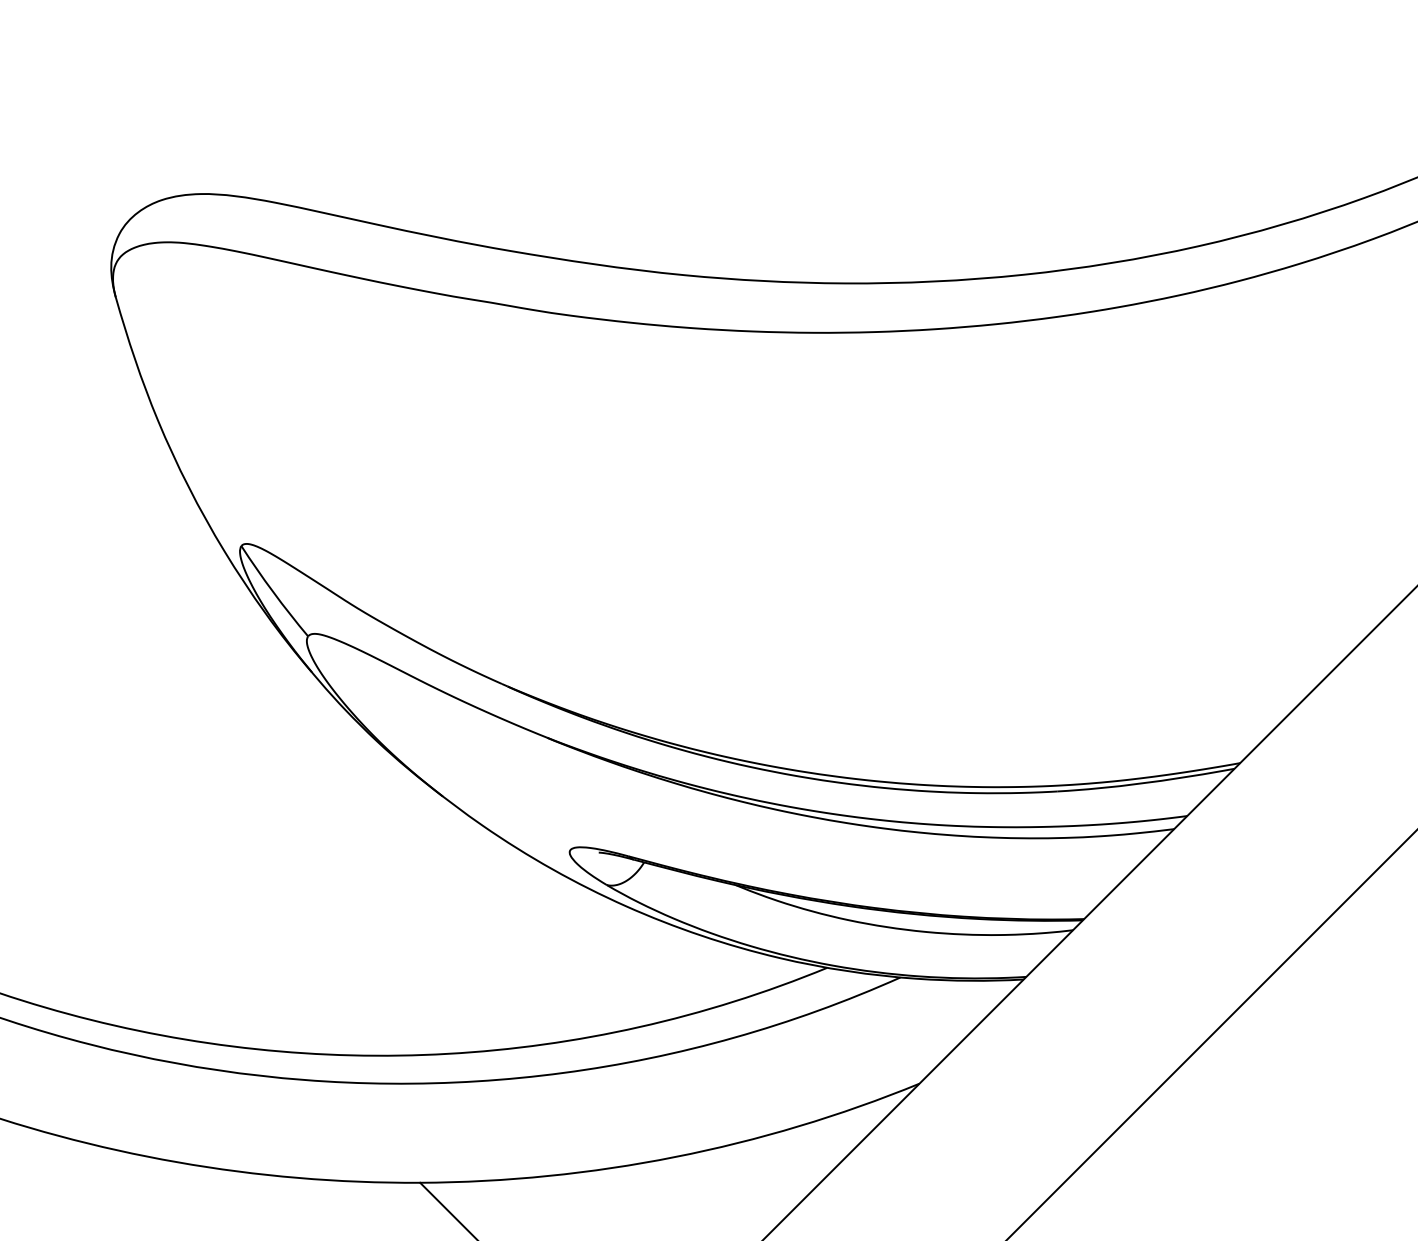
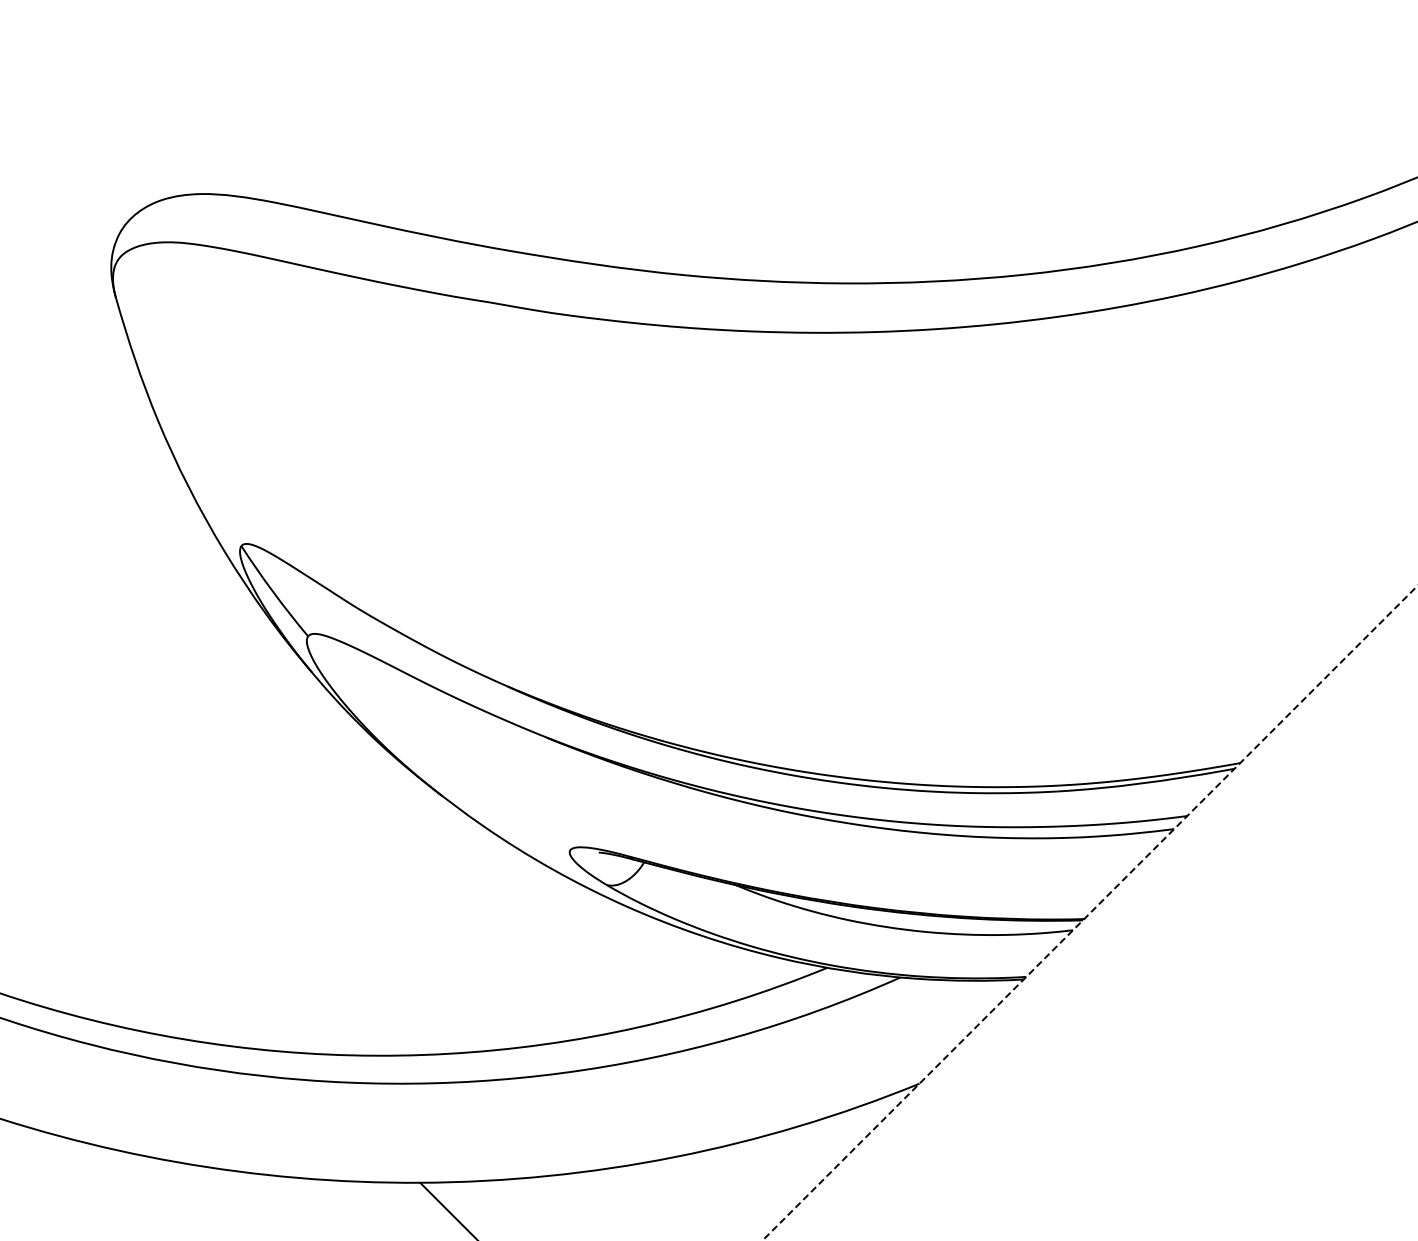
line at (1090, 913): solid -> dashed
line at (1211, 1034): present -> none
